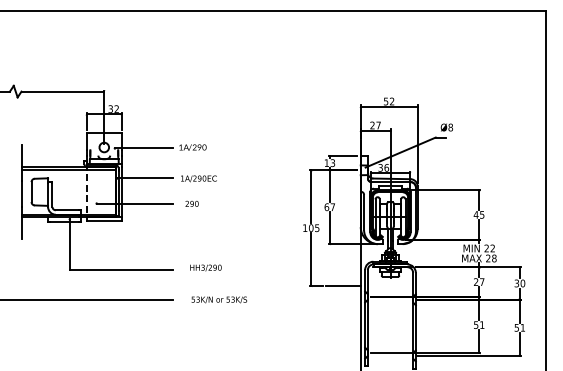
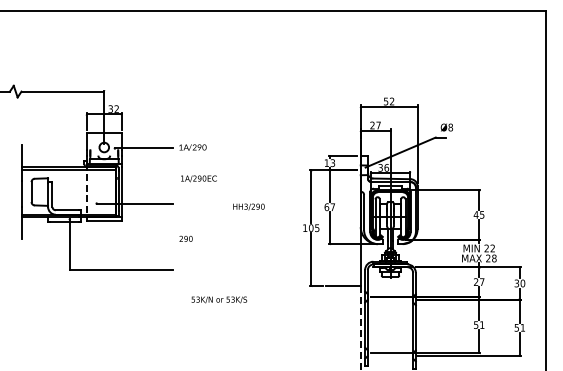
line at (144, 178): present -> none
text at (191, 203) position: (191, 203) -> (185, 238)
text at (205, 267) position: (205, 267) -> (248, 206)
line at (87, 300): present -> none
line at (360, 328): solid -> dashed
